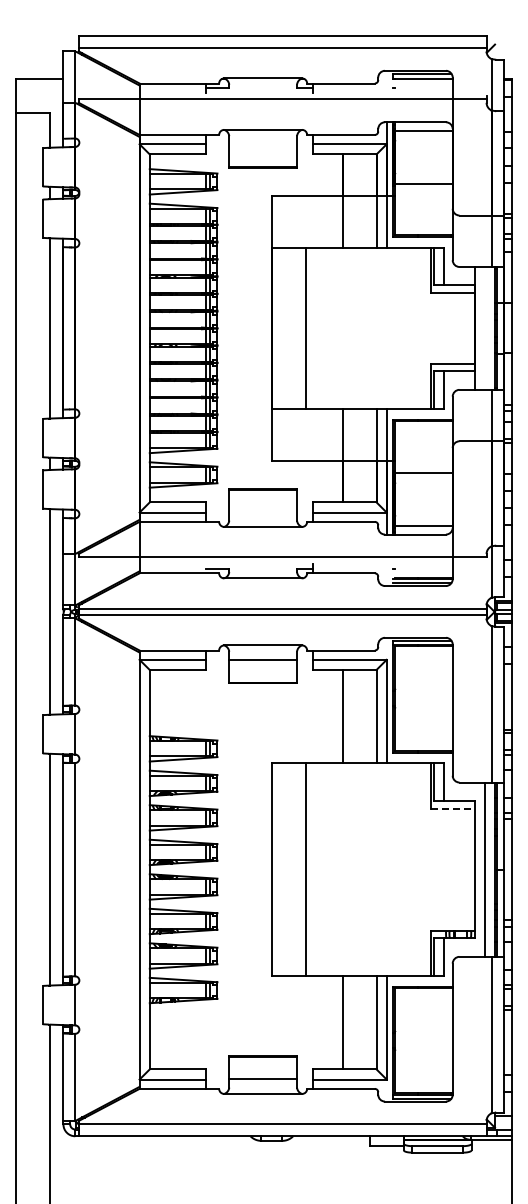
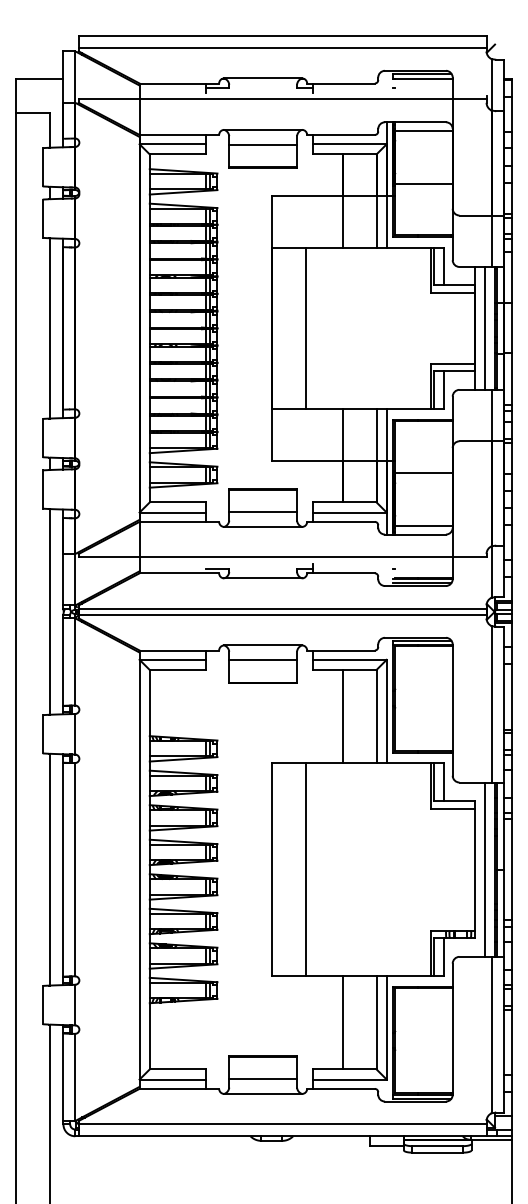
line at (263, 144): none -> present
line at (484, 327): none -> present
line at (263, 512): none -> present
line at (453, 808): dashed -> solid
